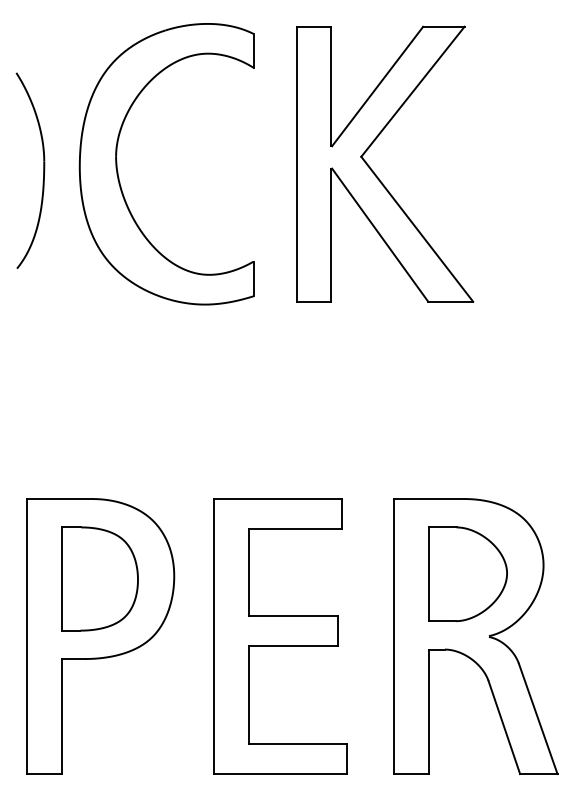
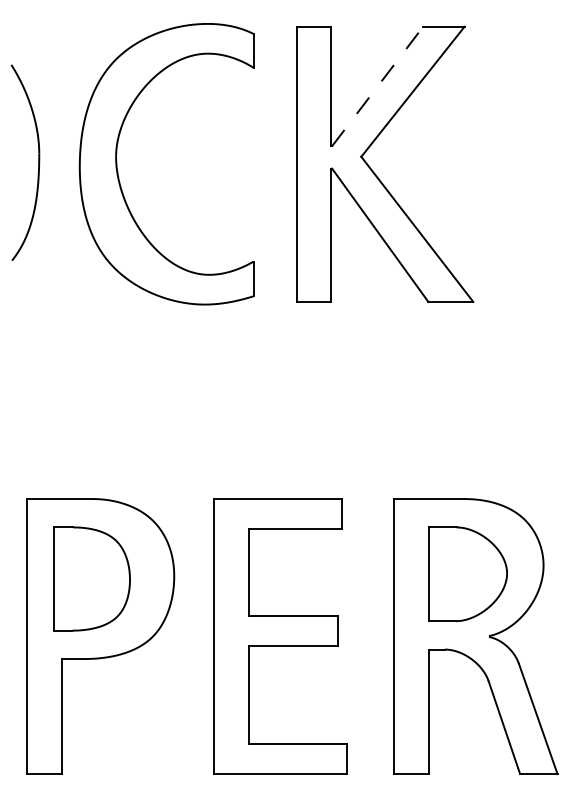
line at (377, 86): solid -> dashed
part at (43, 170) position: (43, 170) -> (38, 162)
part at (99, 578) position: (99, 578) -> (91, 578)
